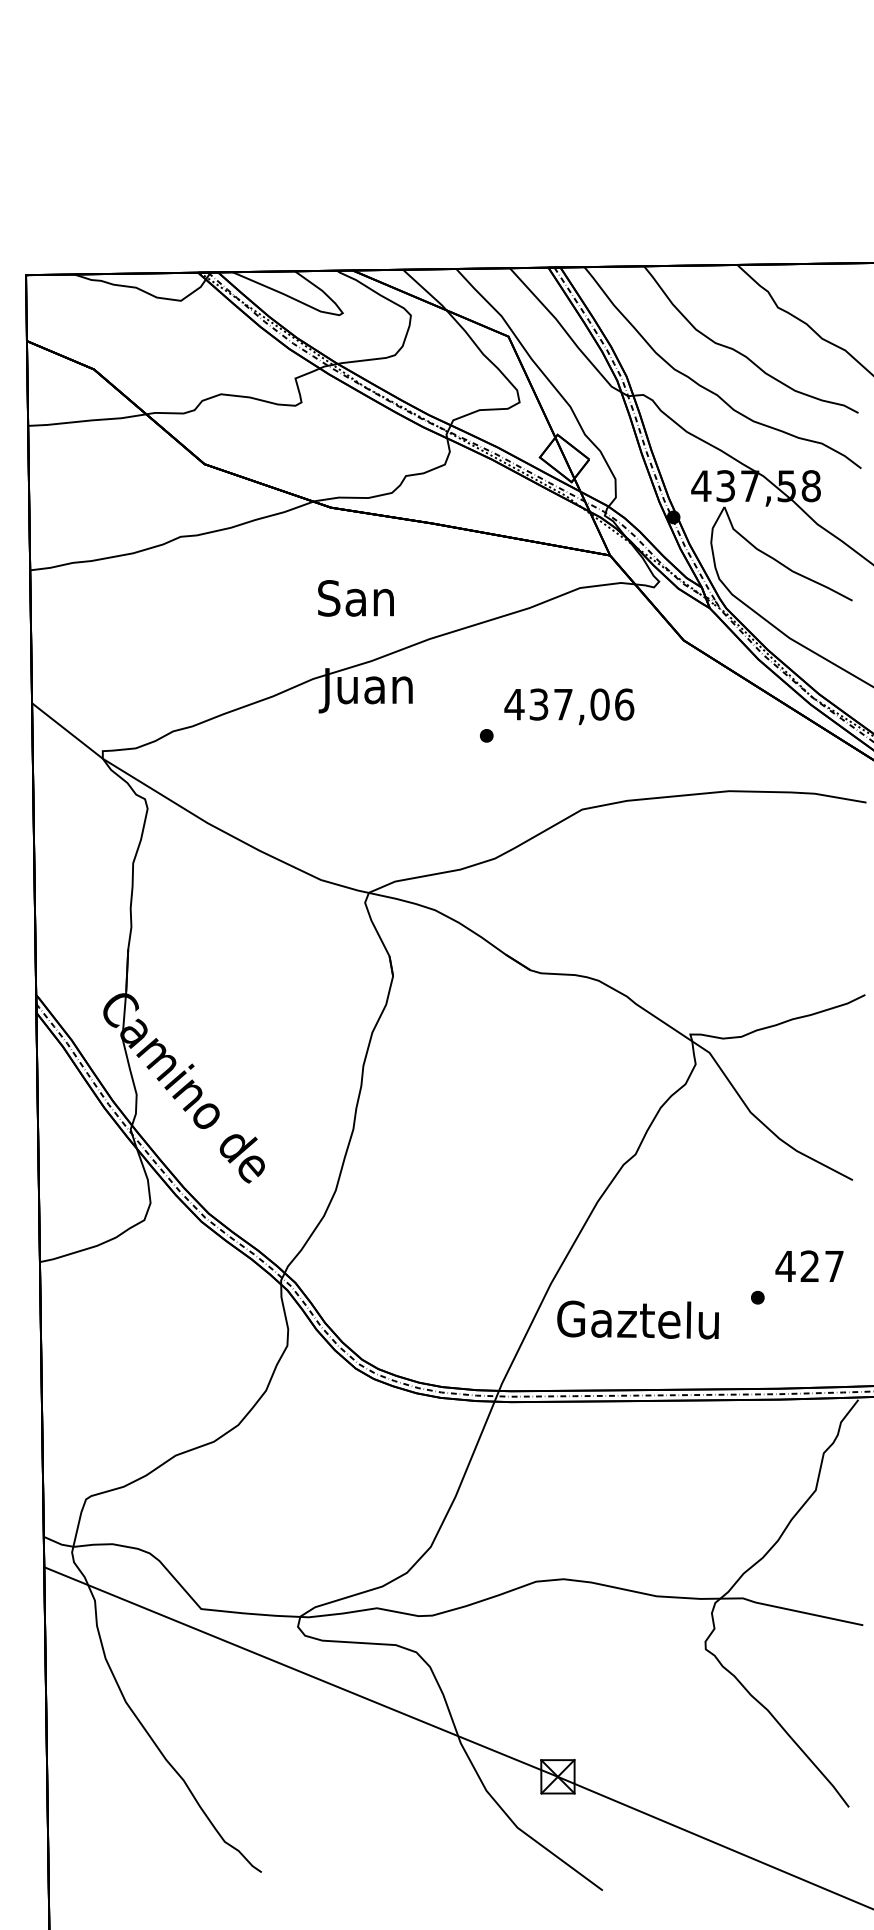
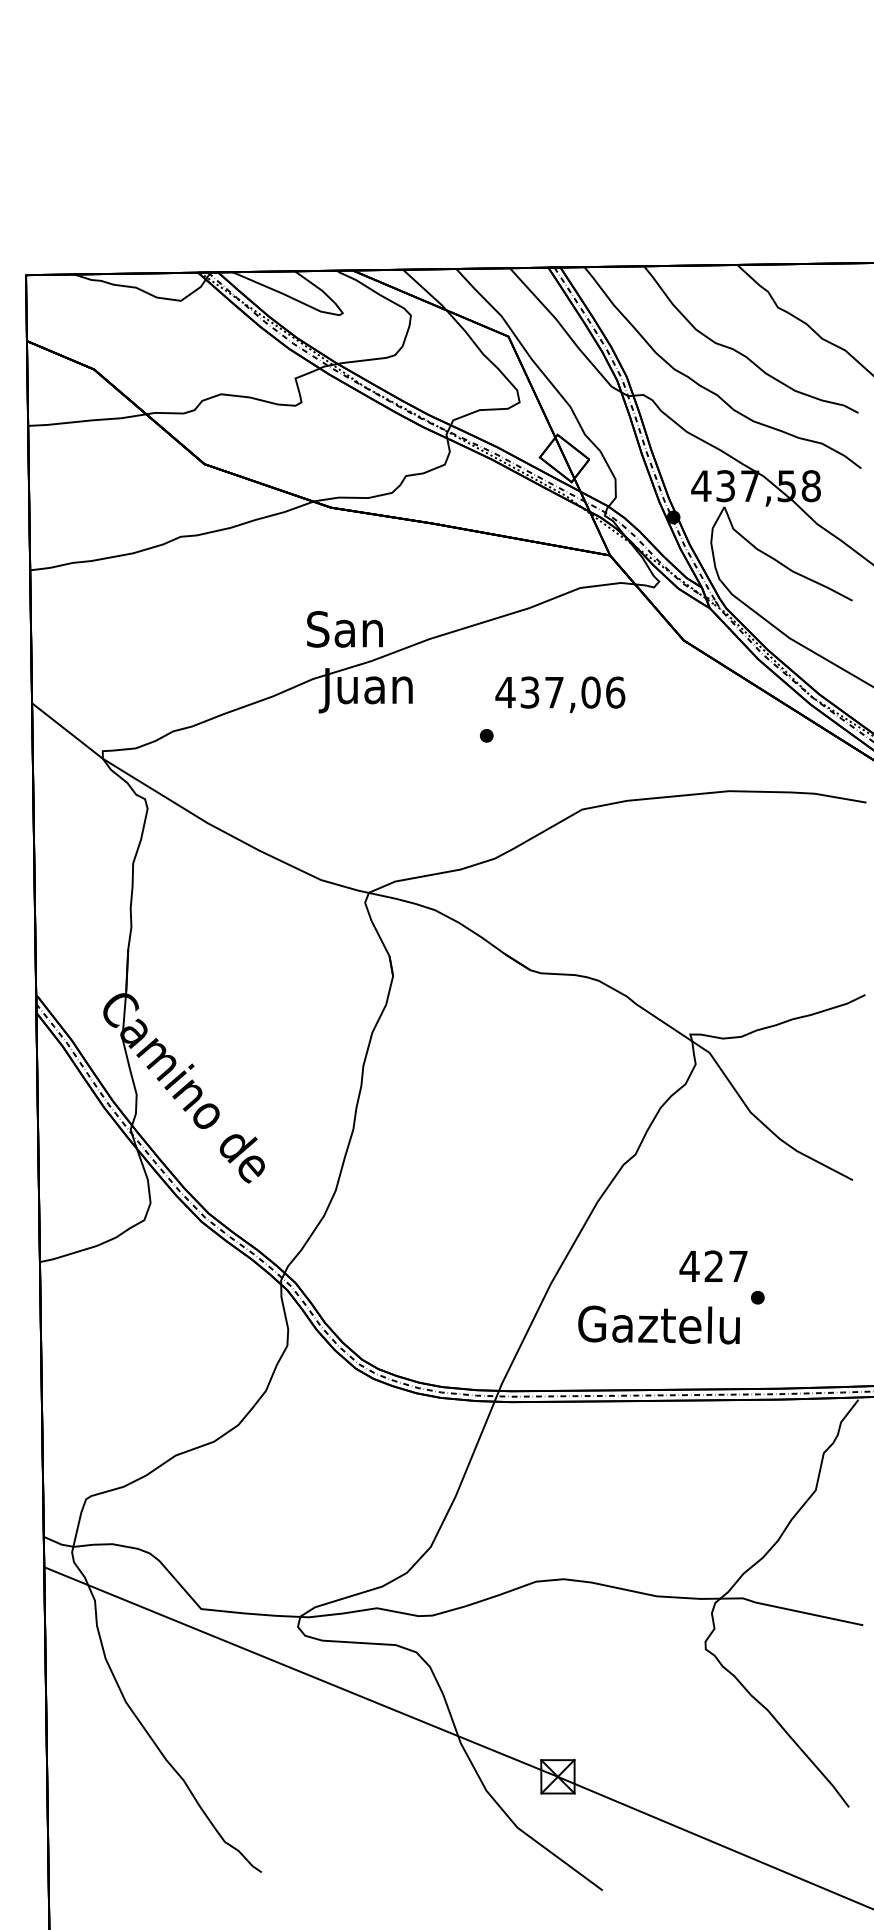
text at (355, 598) position: (355, 598) -> (344, 629)
text at (569, 706) position: (569, 706) -> (560, 694)
text at (809, 1265) position: (809, 1265) -> (713, 1265)
text at (637, 1319) position: (637, 1319) -> (658, 1324)
